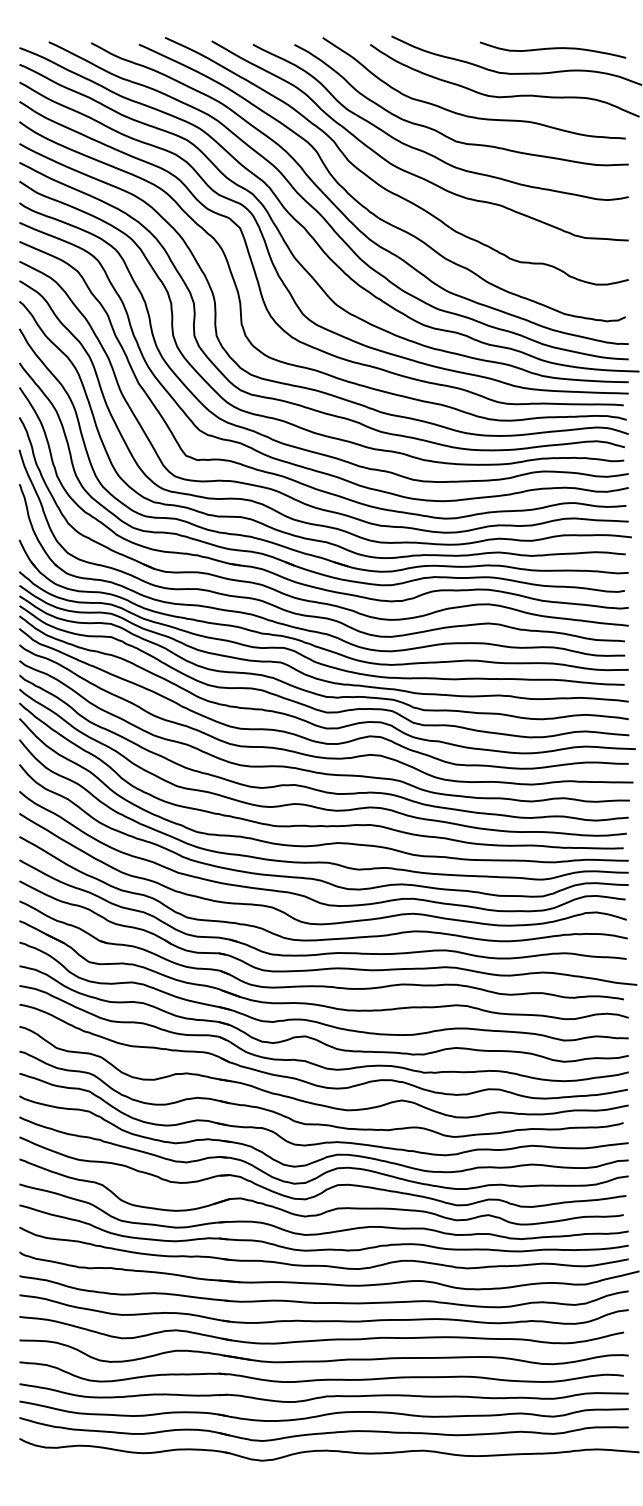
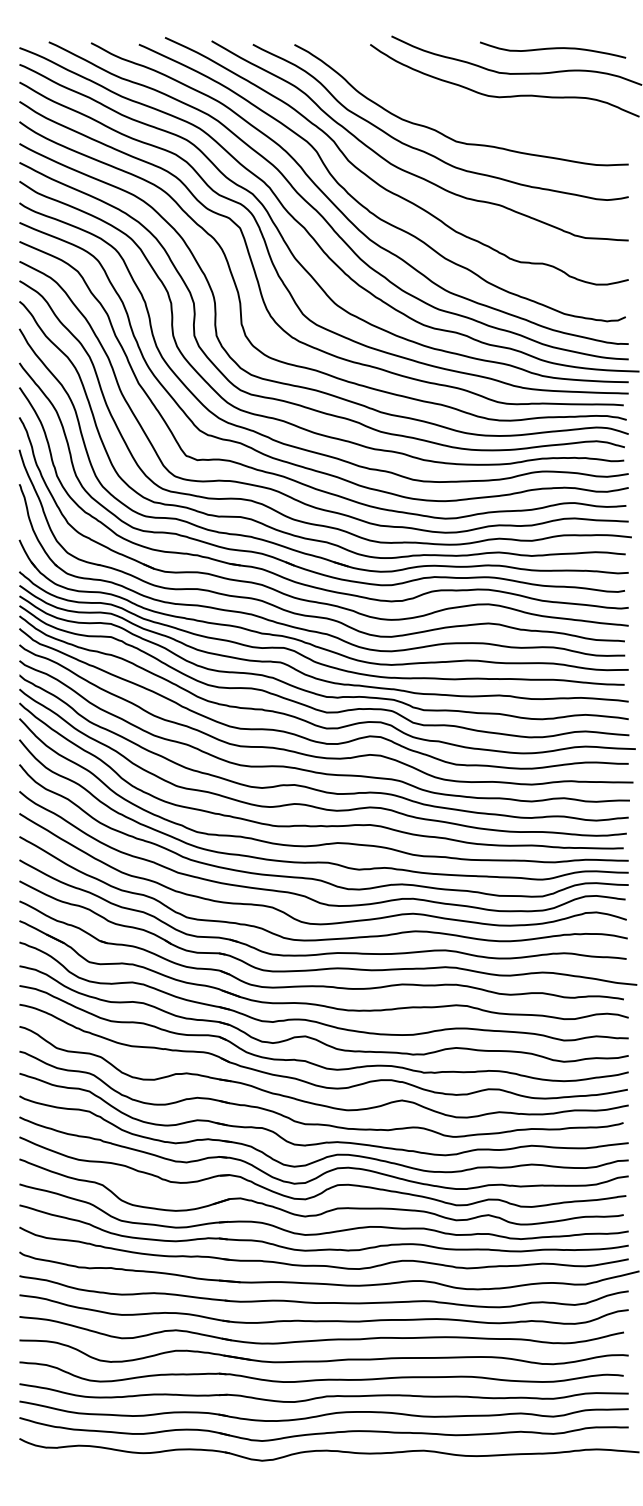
curve at (469, 115): present -> none
